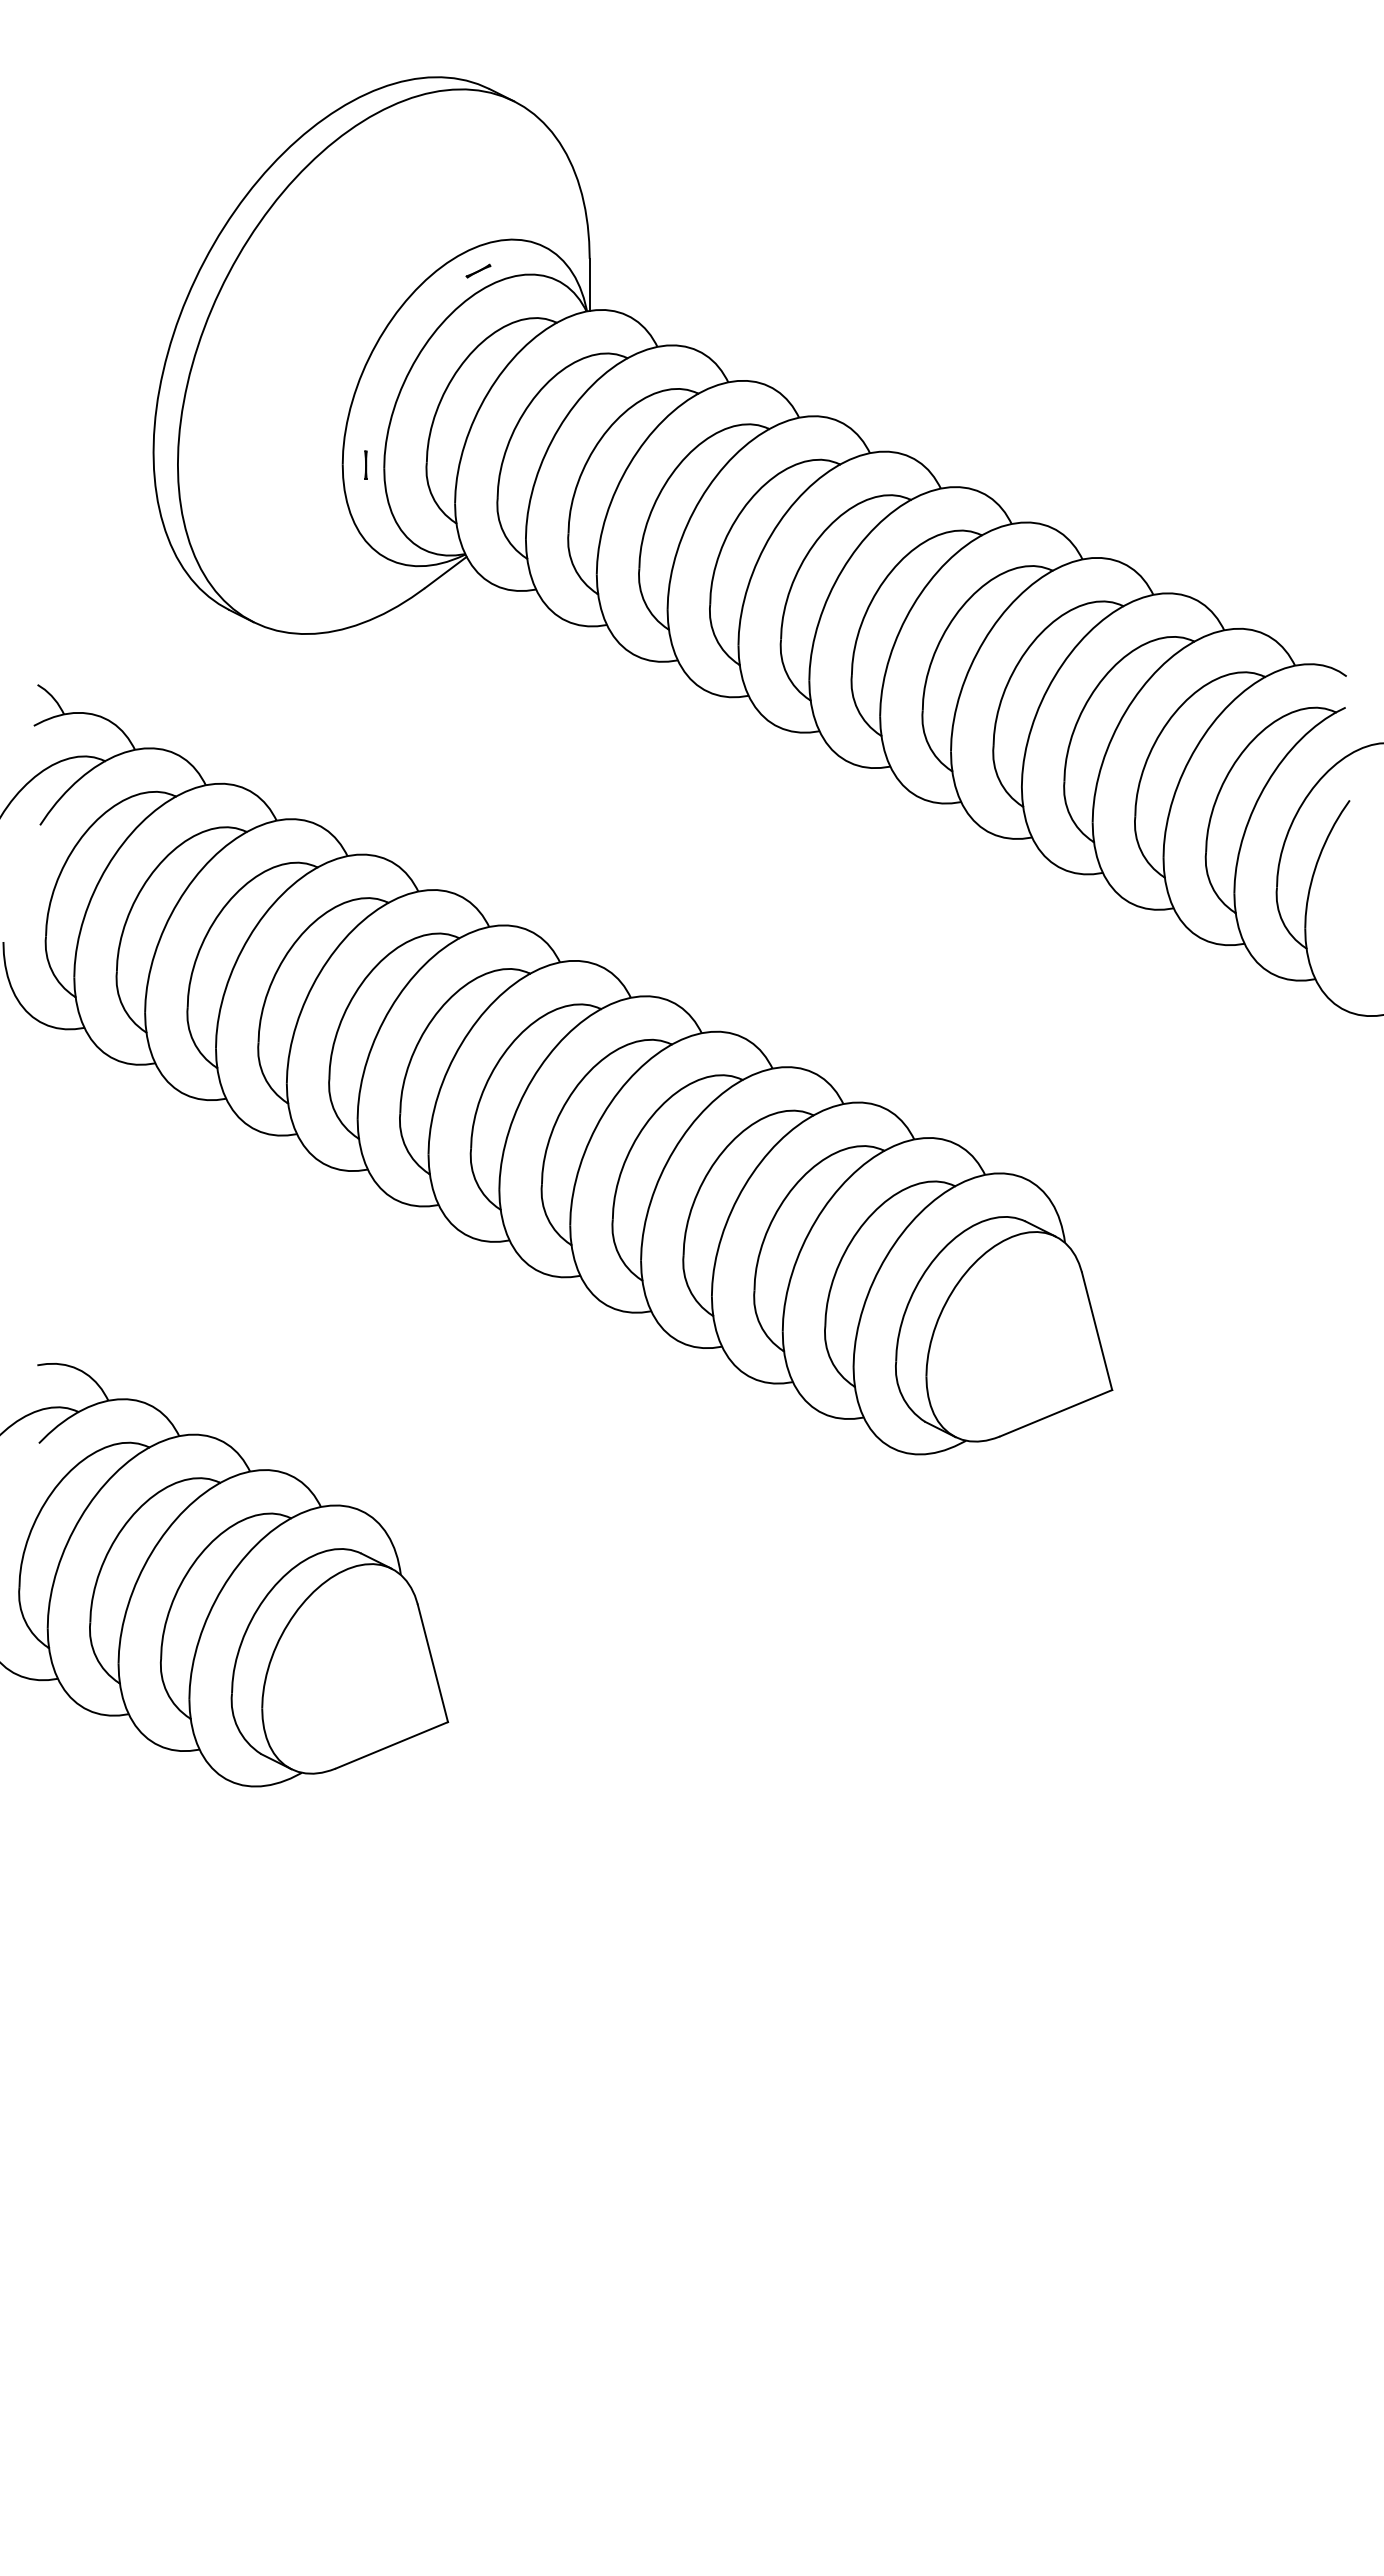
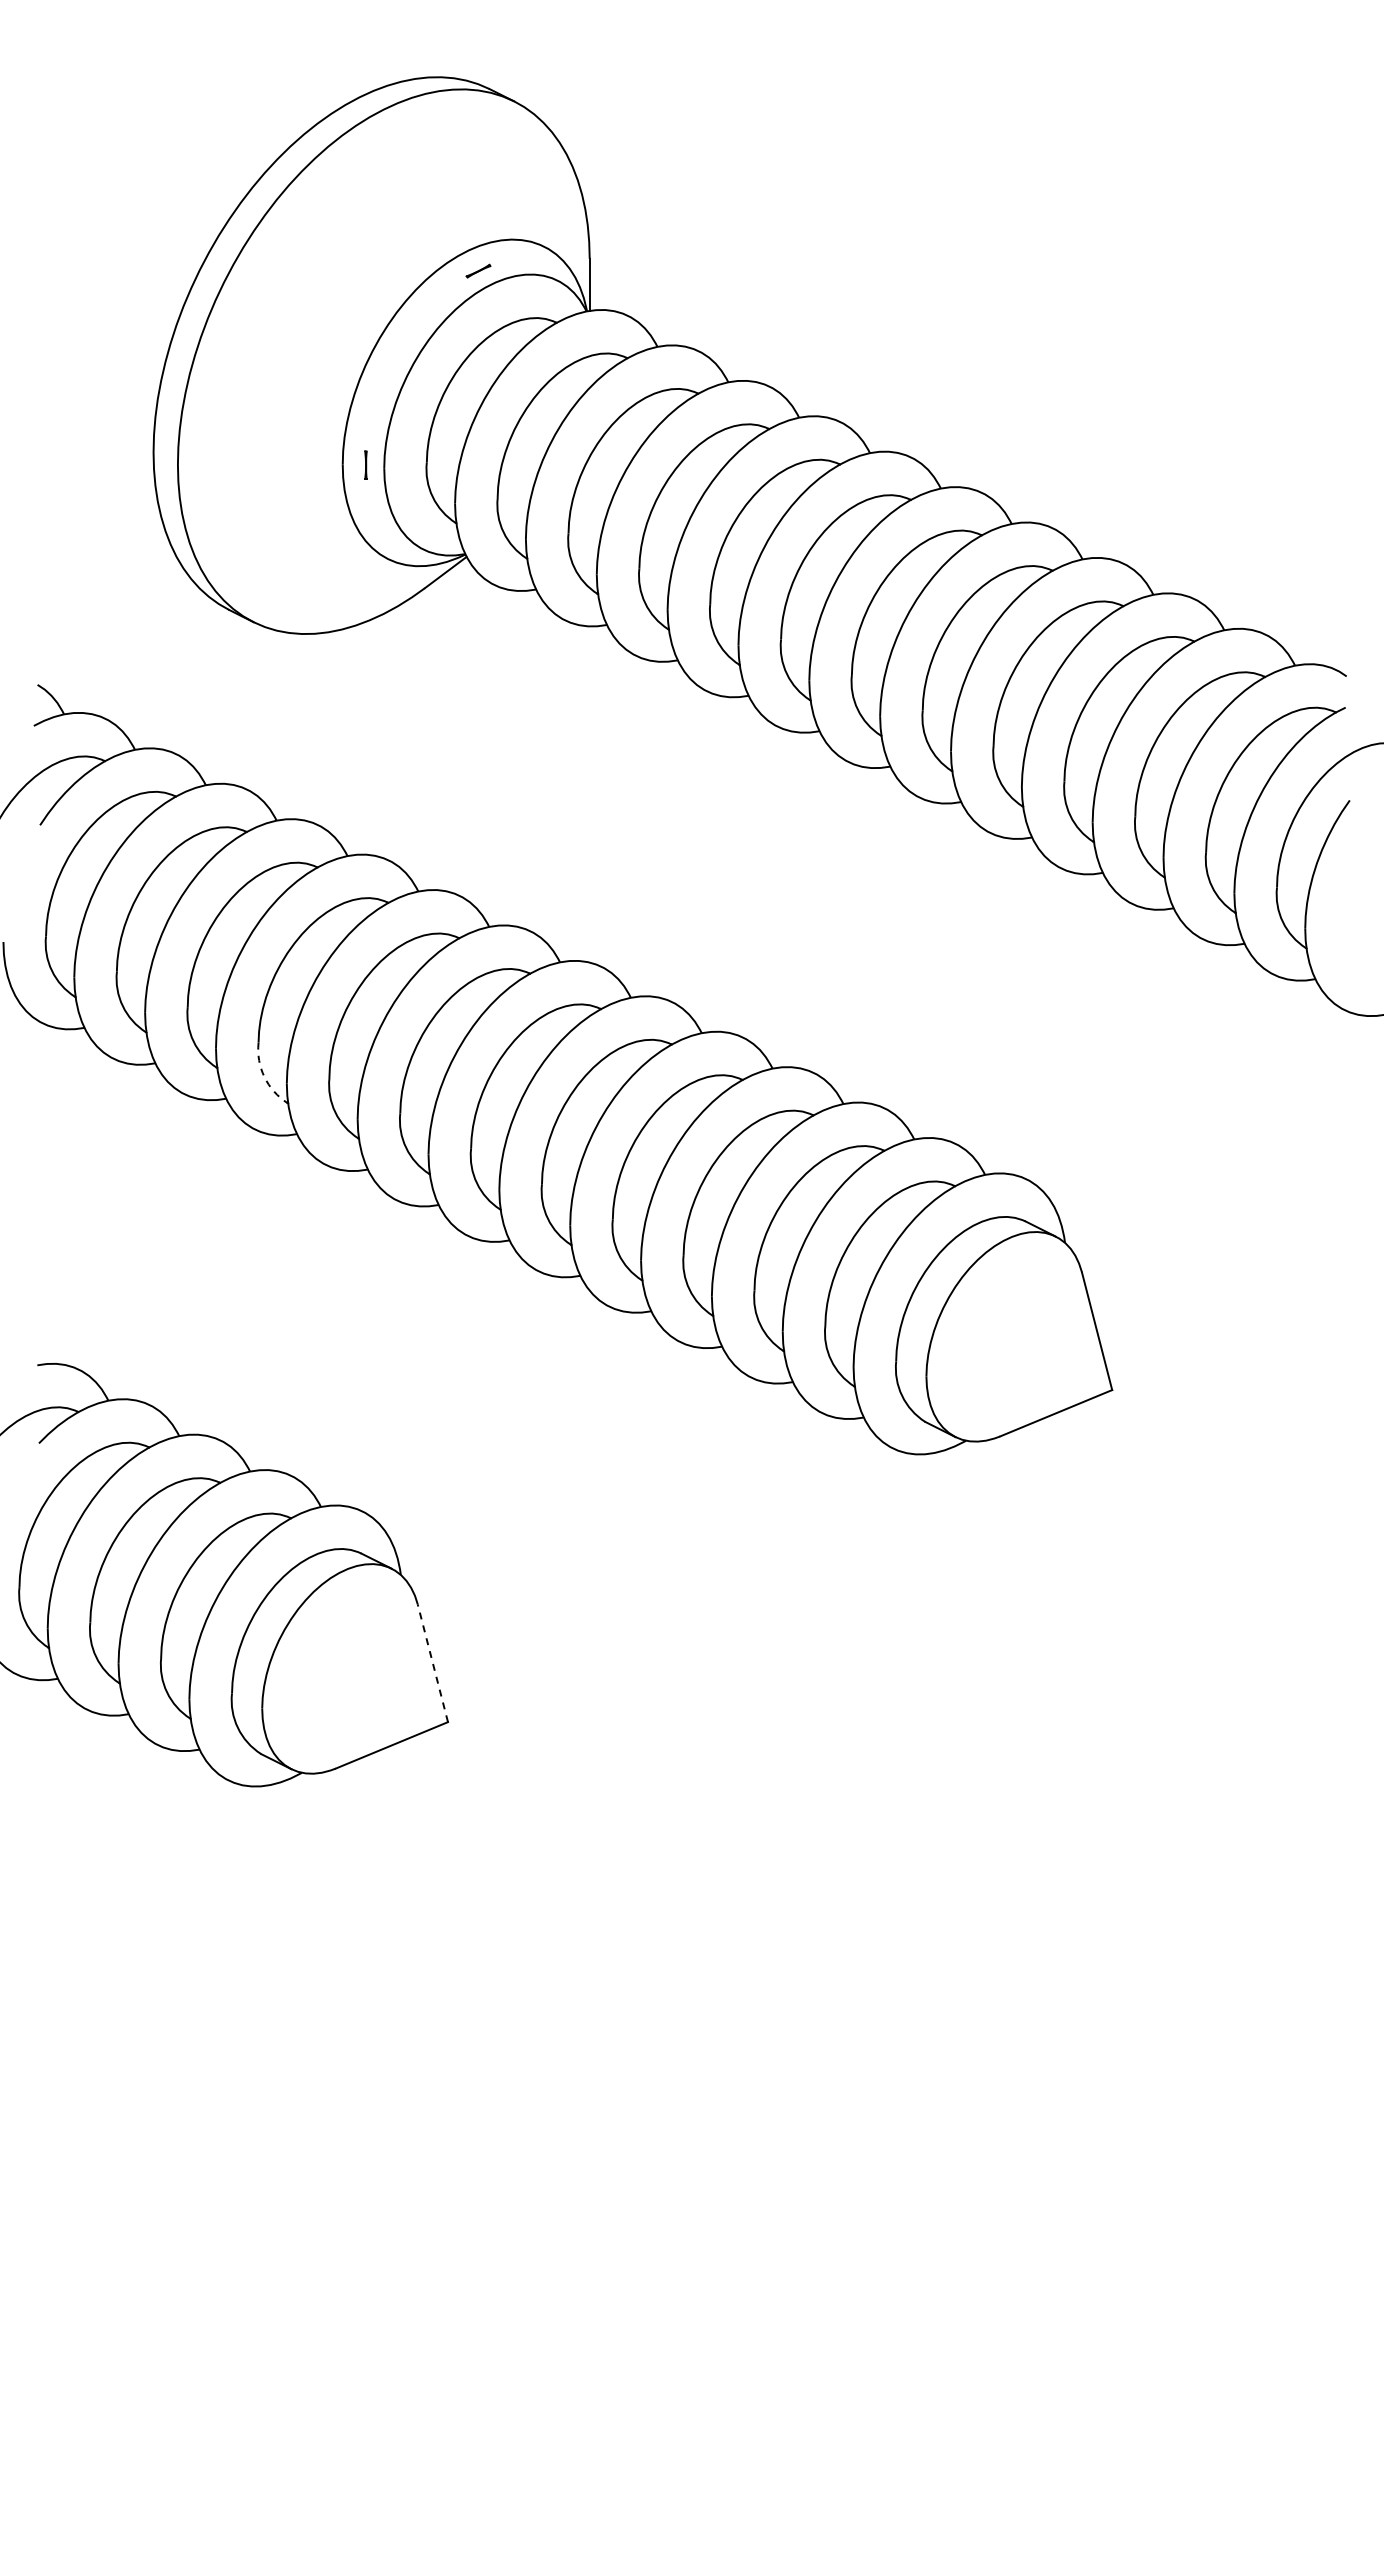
arc at (264, 1077): solid -> dashed
line at (432, 1663): solid -> dashed
